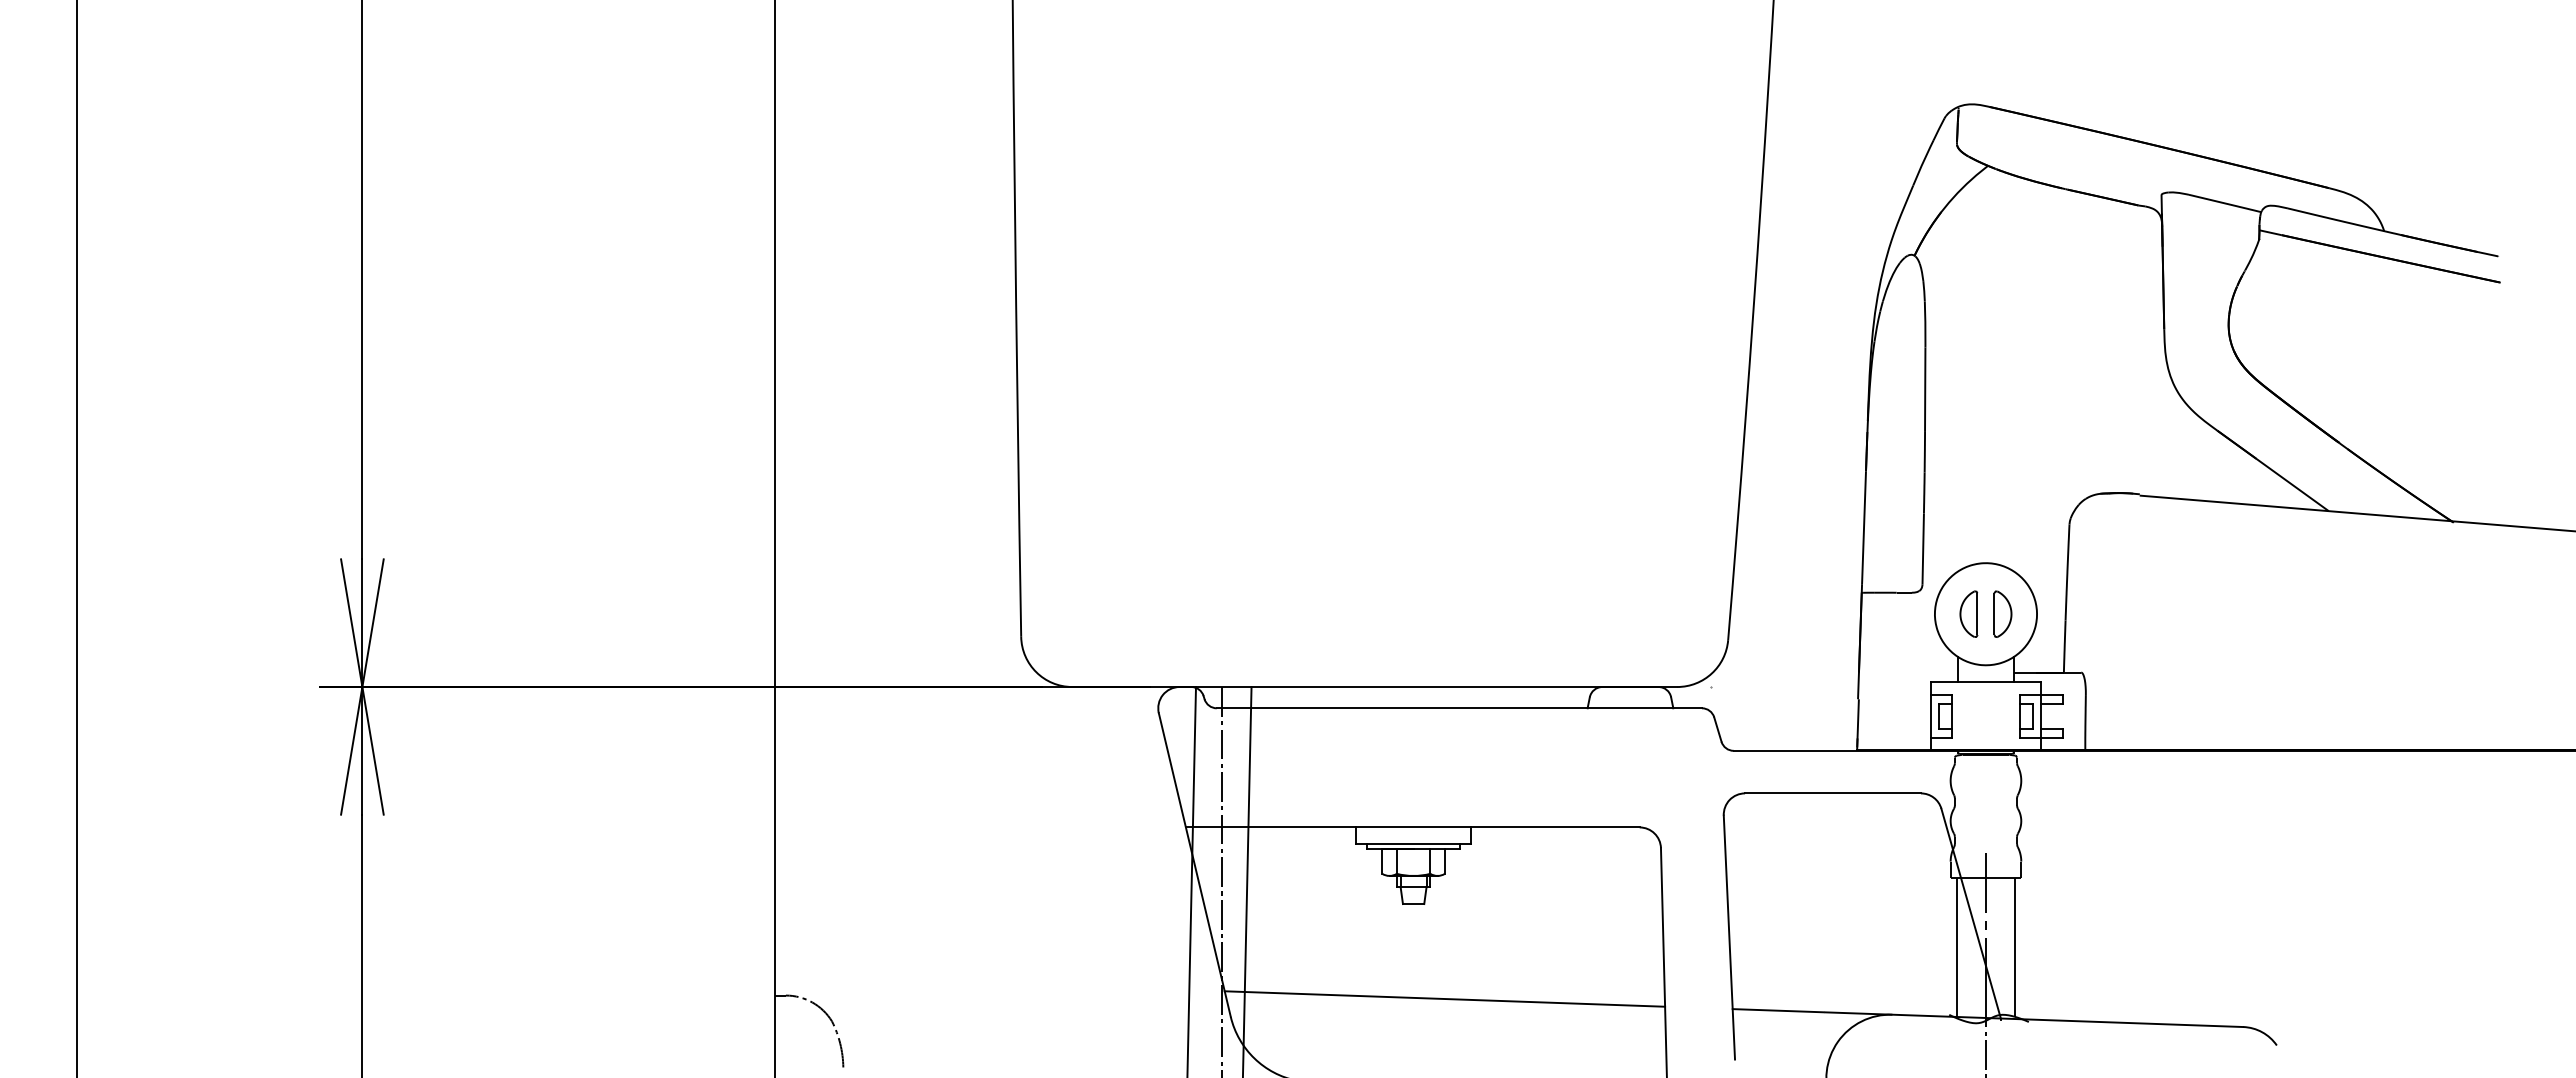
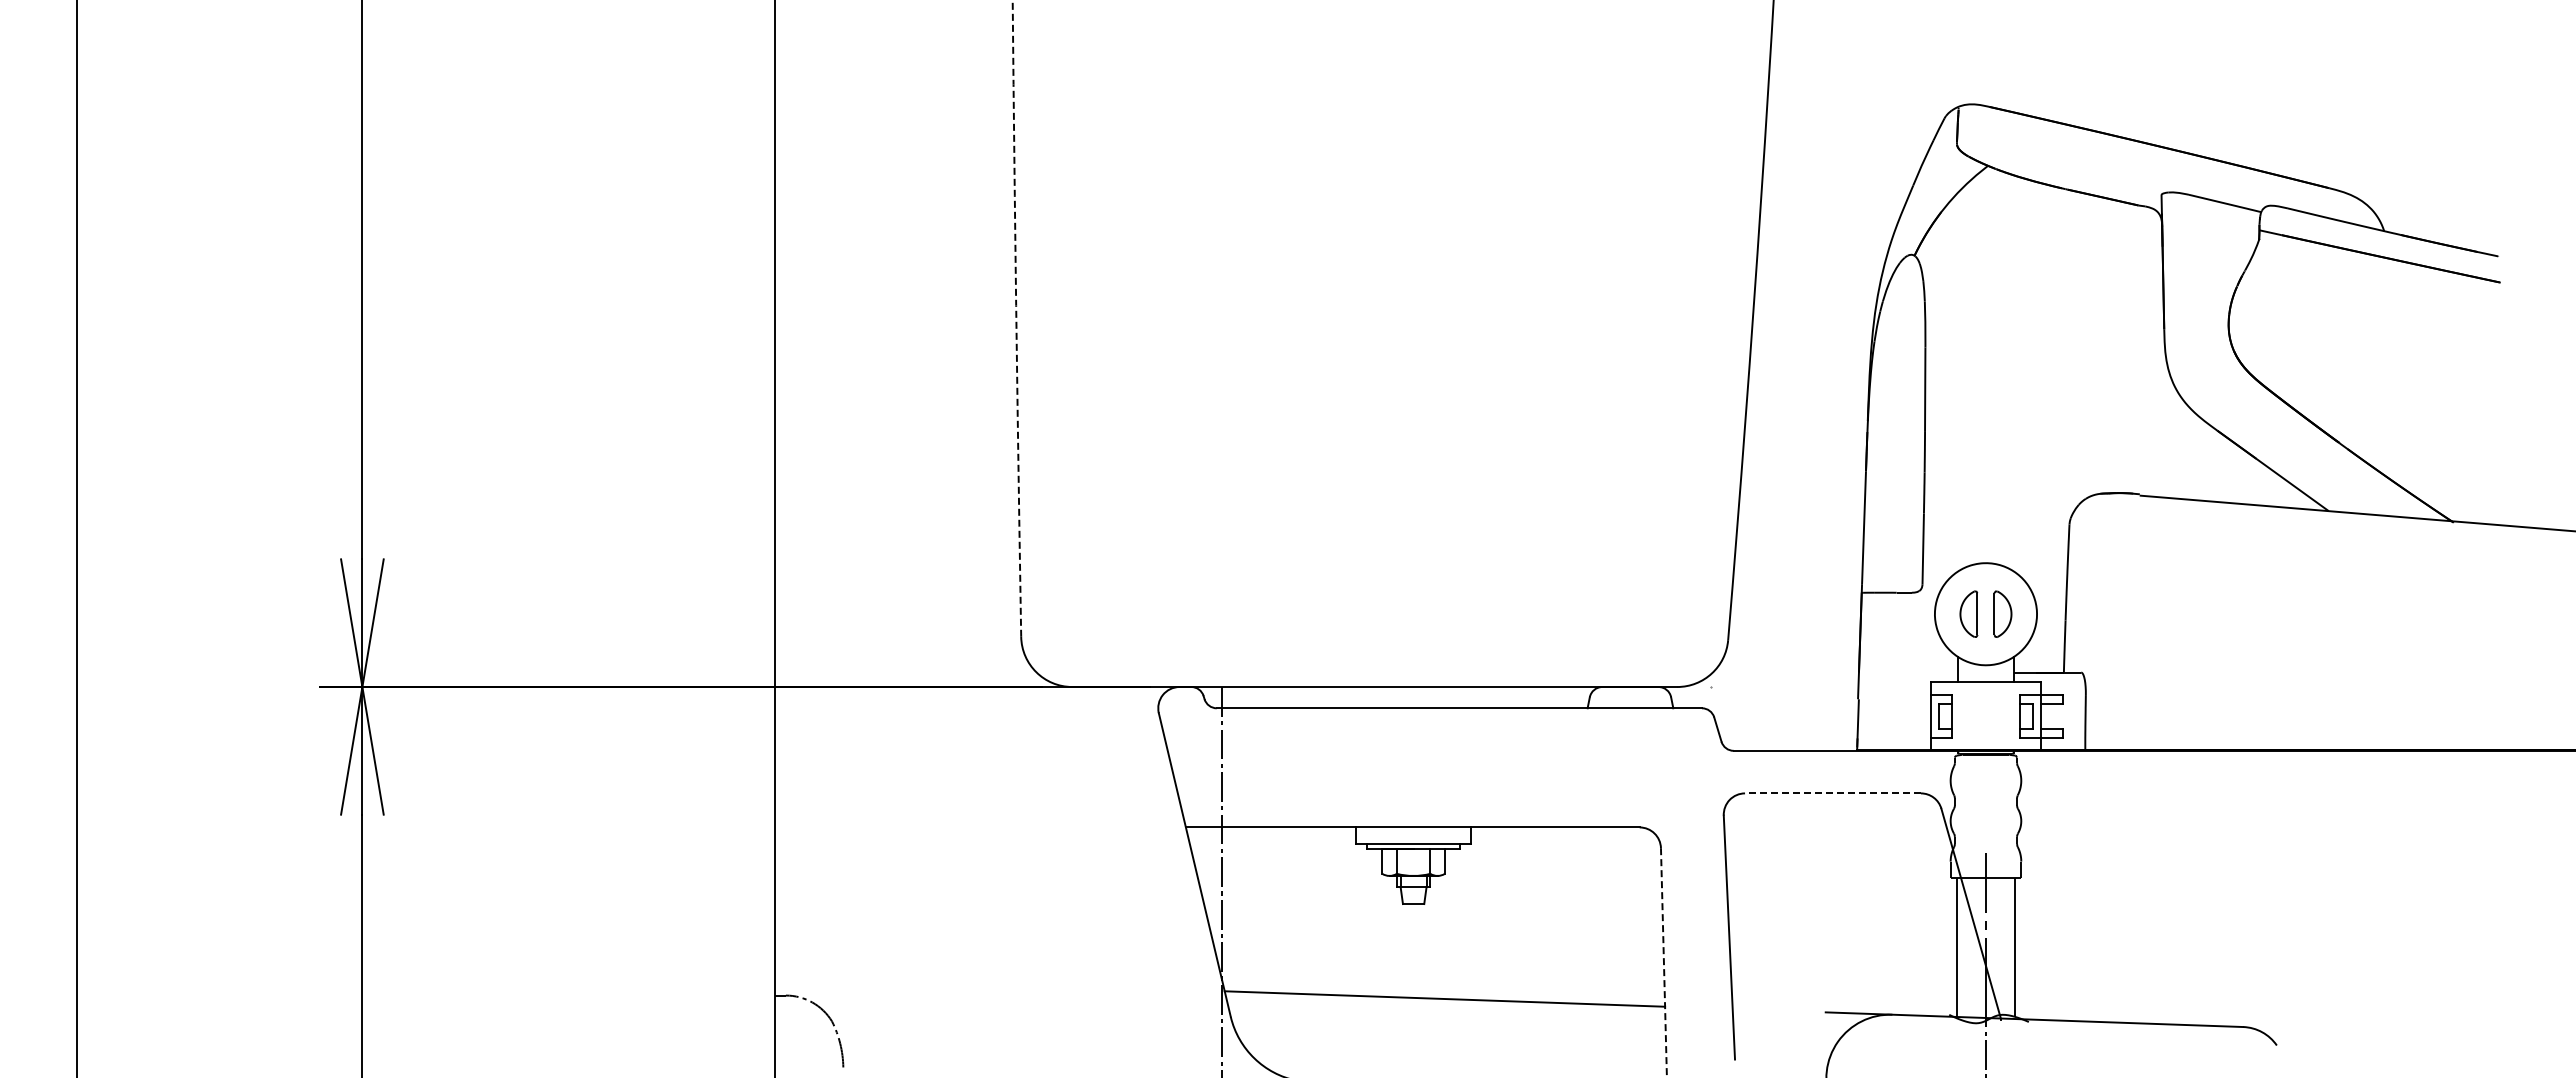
arc at (1016, 319): solid -> dashed
line at (1833, 793): solid -> dashed
line at (1191, 880): present -> none
line at (1247, 880): present -> none
line at (1663, 962): solid -> dashed
line at (1777, 1010): present -> none
